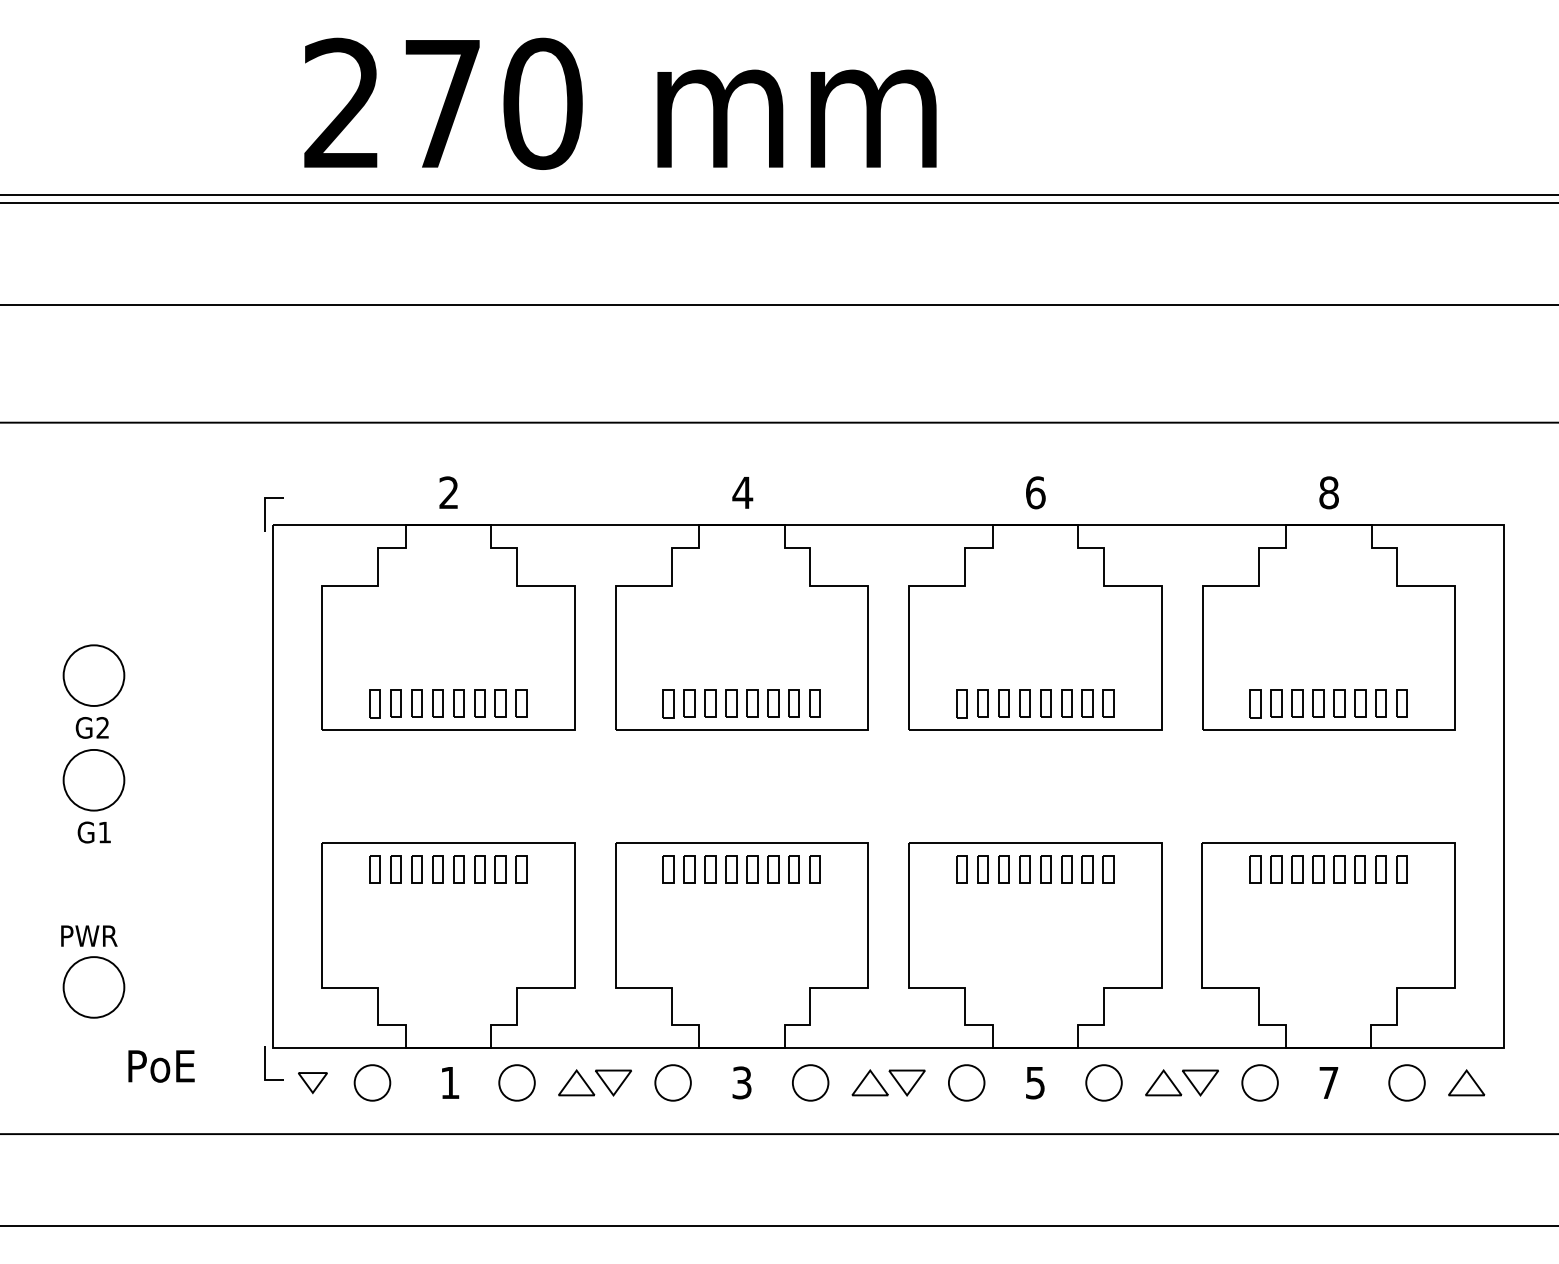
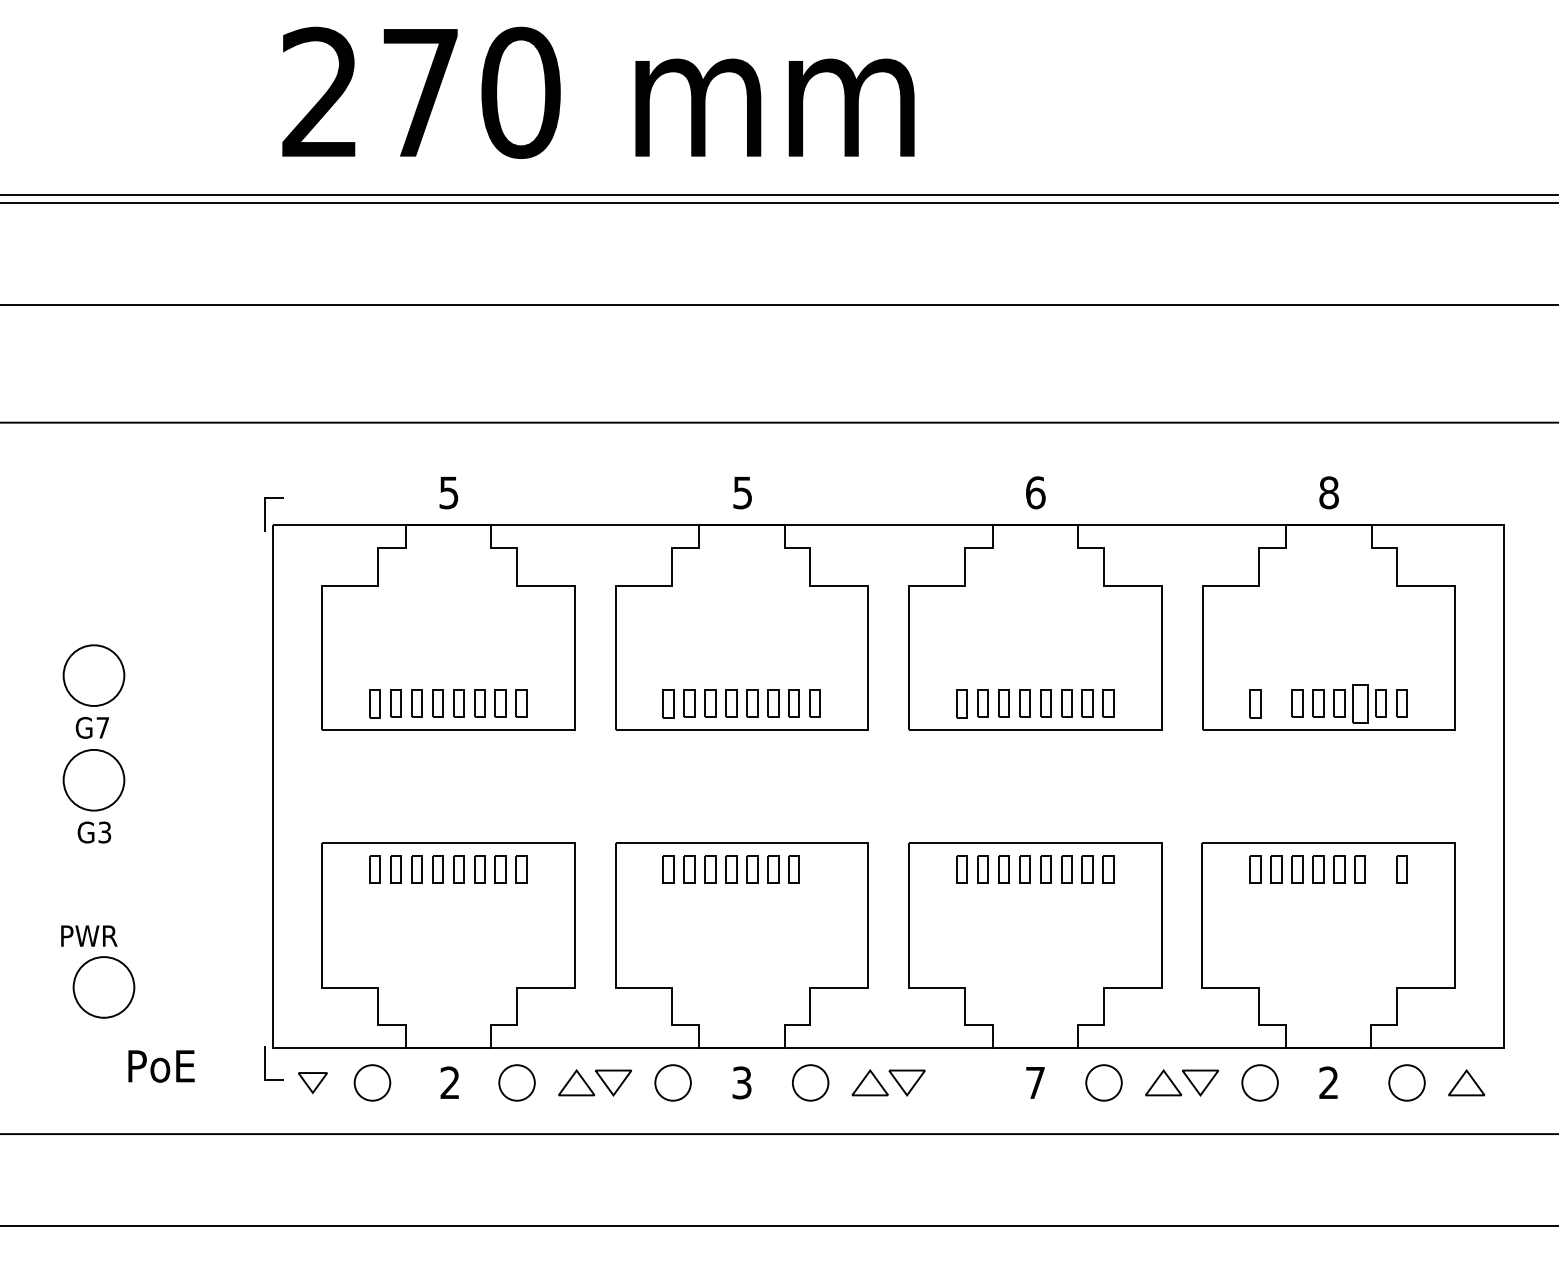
text at (620, 103) position: (620, 103) -> (598, 92)
text at (448, 492): 2 -> 5
text at (742, 493): 4 -> 5
part at (1276, 703): present -> none
part at (1360, 703) size: 13x29 px -> 17x40 px
text at (102, 727): G2 -> G7
text at (104, 832): G1 -> G3
part at (814, 869): present -> none
part at (1380, 869): present -> none
part at (93, 987) position: (93, 987) -> (103, 987)
text at (449, 1082): 1 -> 2
part at (966, 1082): present -> none
text at (1328, 1082): 7 -> 2
text at (1035, 1083): 5 -> 7
